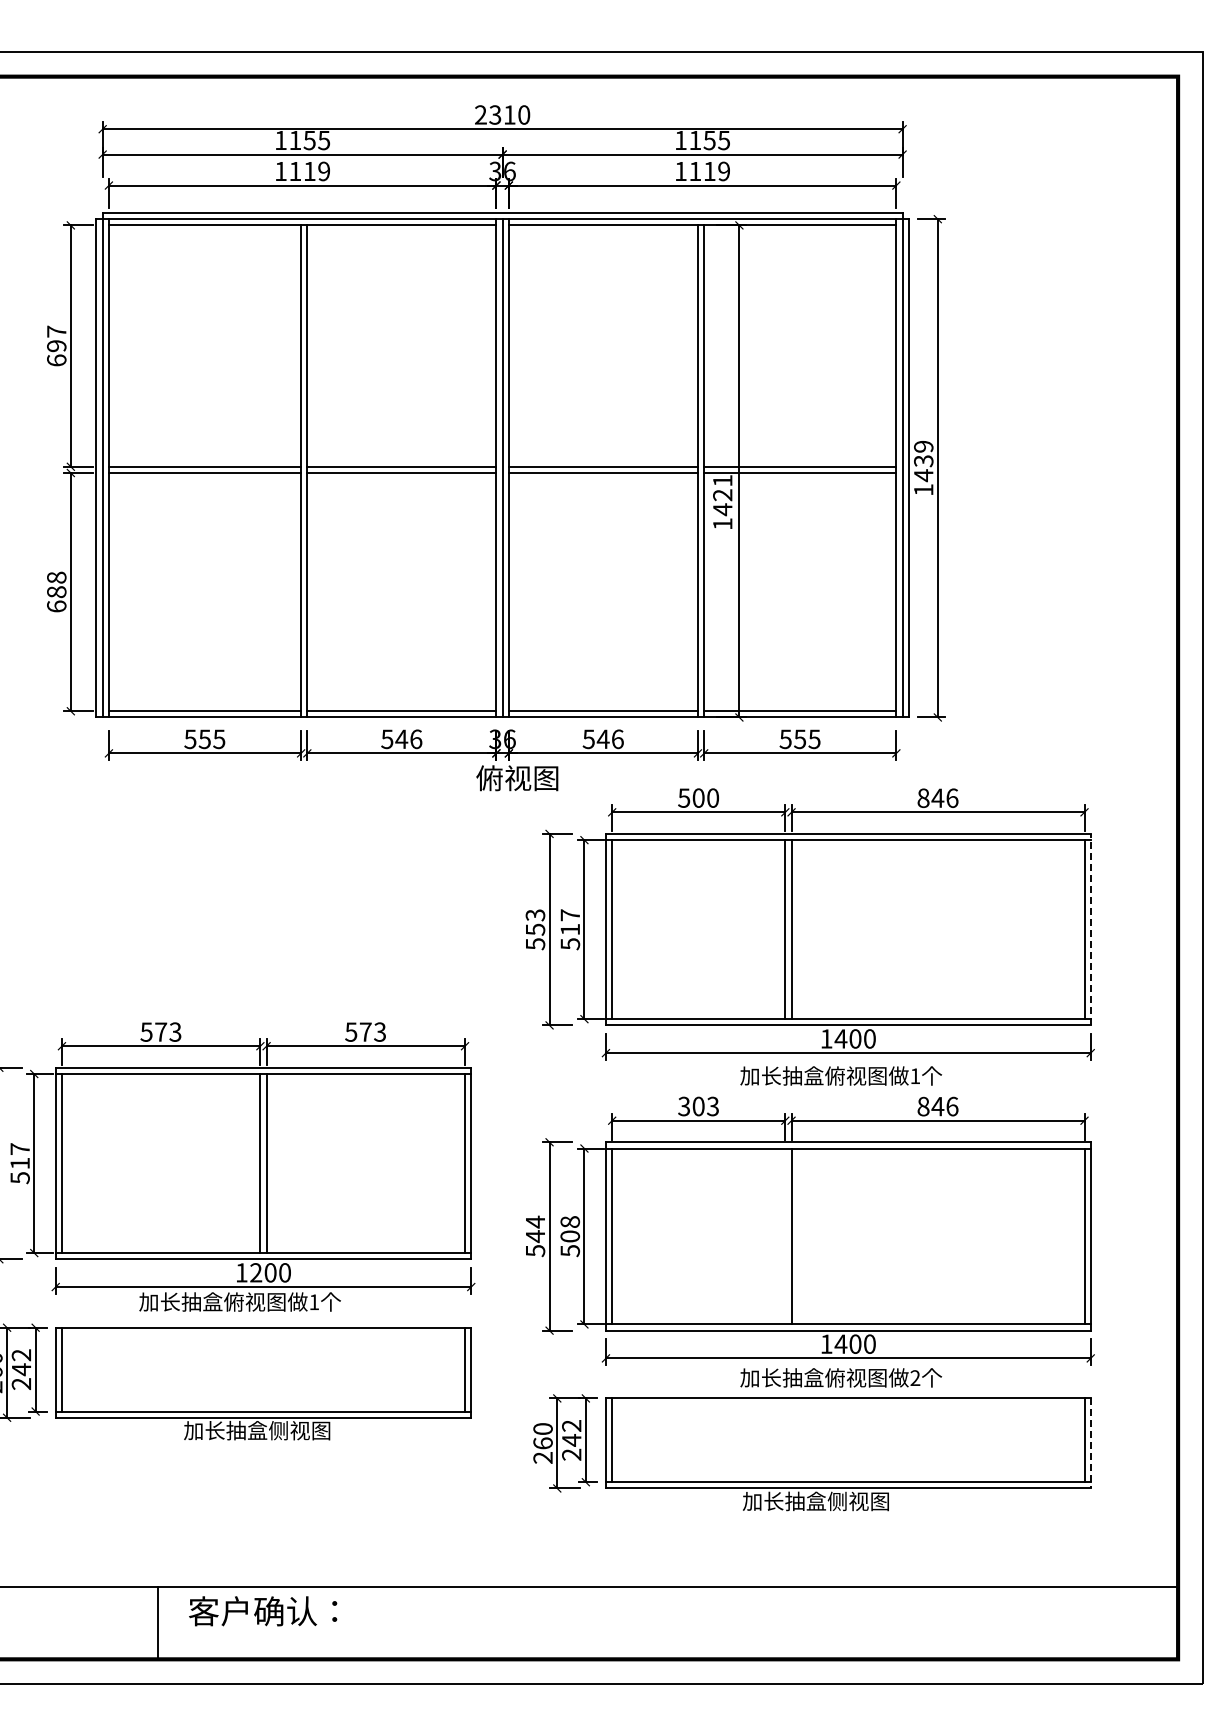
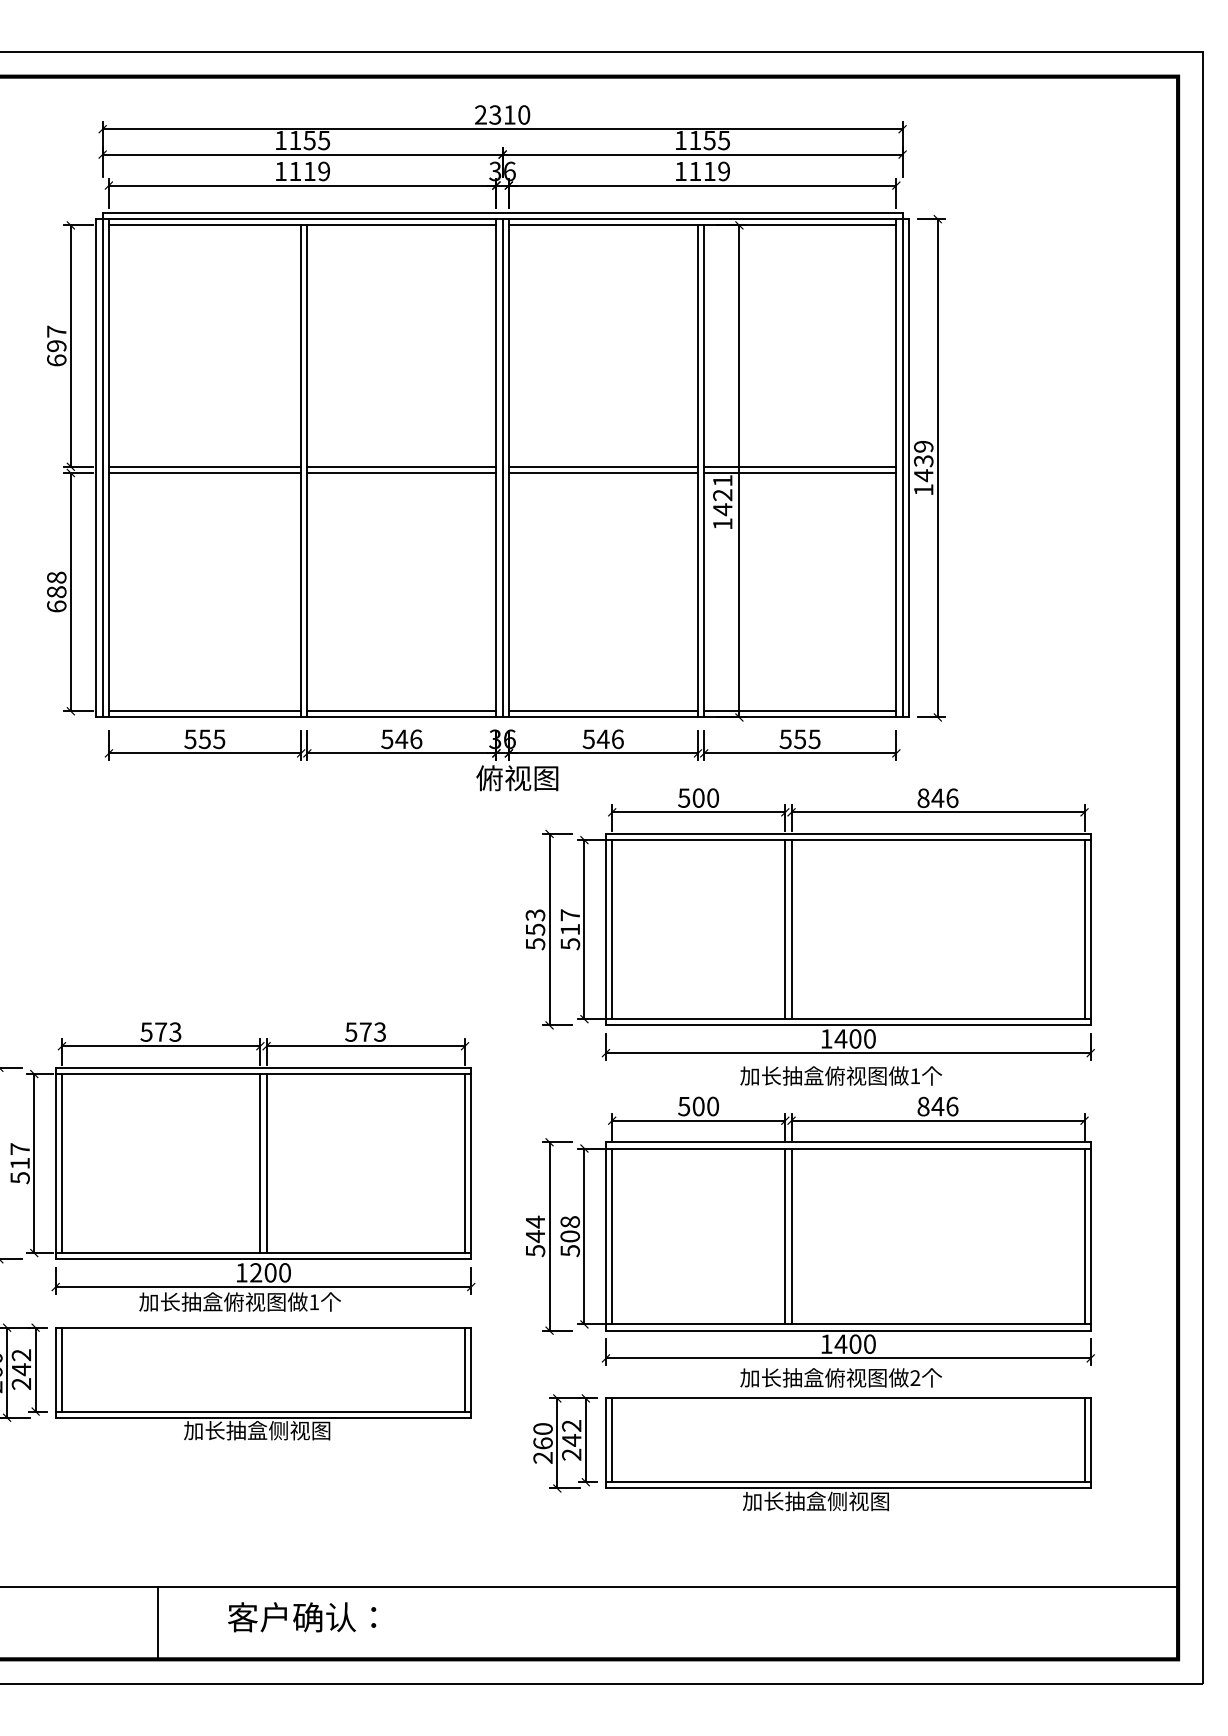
line at (1090, 929): dashed -> solid
text at (698, 1106): 303 -> 500
line at (785, 1236): none -> present
line at (1090, 1443): dashed -> solid
text at (263, 1611) position: (263, 1611) -> (302, 1617)
